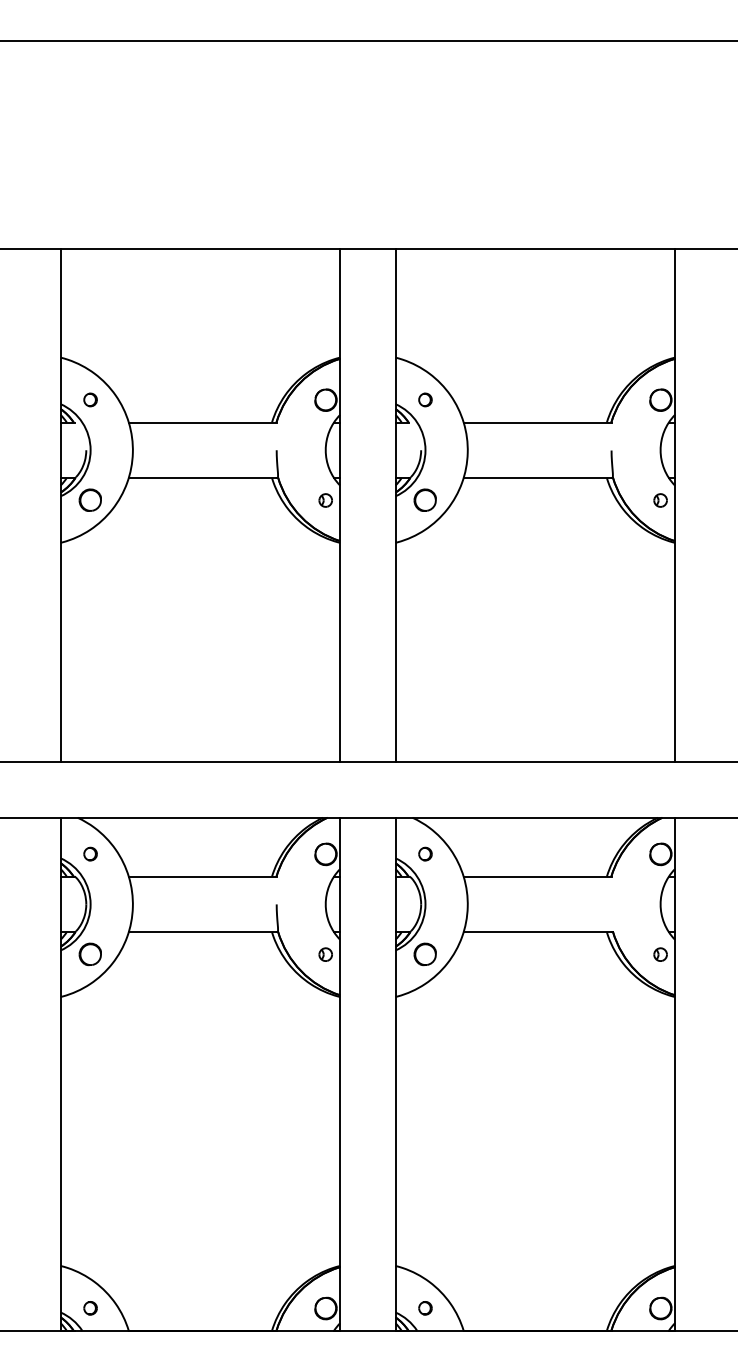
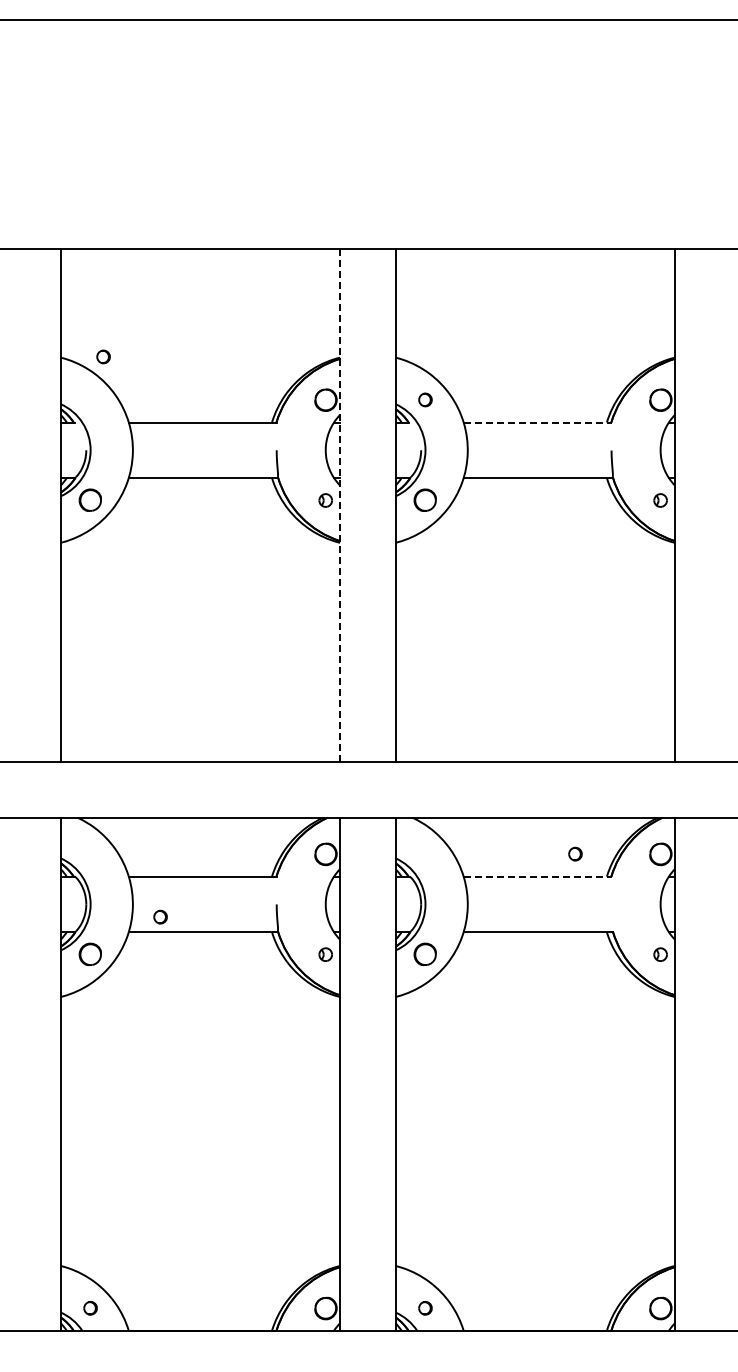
line at (368, 41) position: (368, 41) -> (368, 20)
part at (90, 399) position: (90, 399) -> (103, 356)
line at (538, 422): solid -> dashed
line at (340, 505): solid -> dashed
part at (90, 853) position: (90, 853) -> (160, 916)
part at (425, 853) position: (425, 853) -> (575, 853)
line at (538, 876): solid -> dashed
